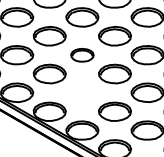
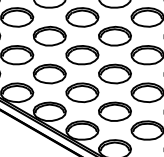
part at (82, 55) size: 25x15 px -> 35x21 px
part at (82, 92): none -> present
